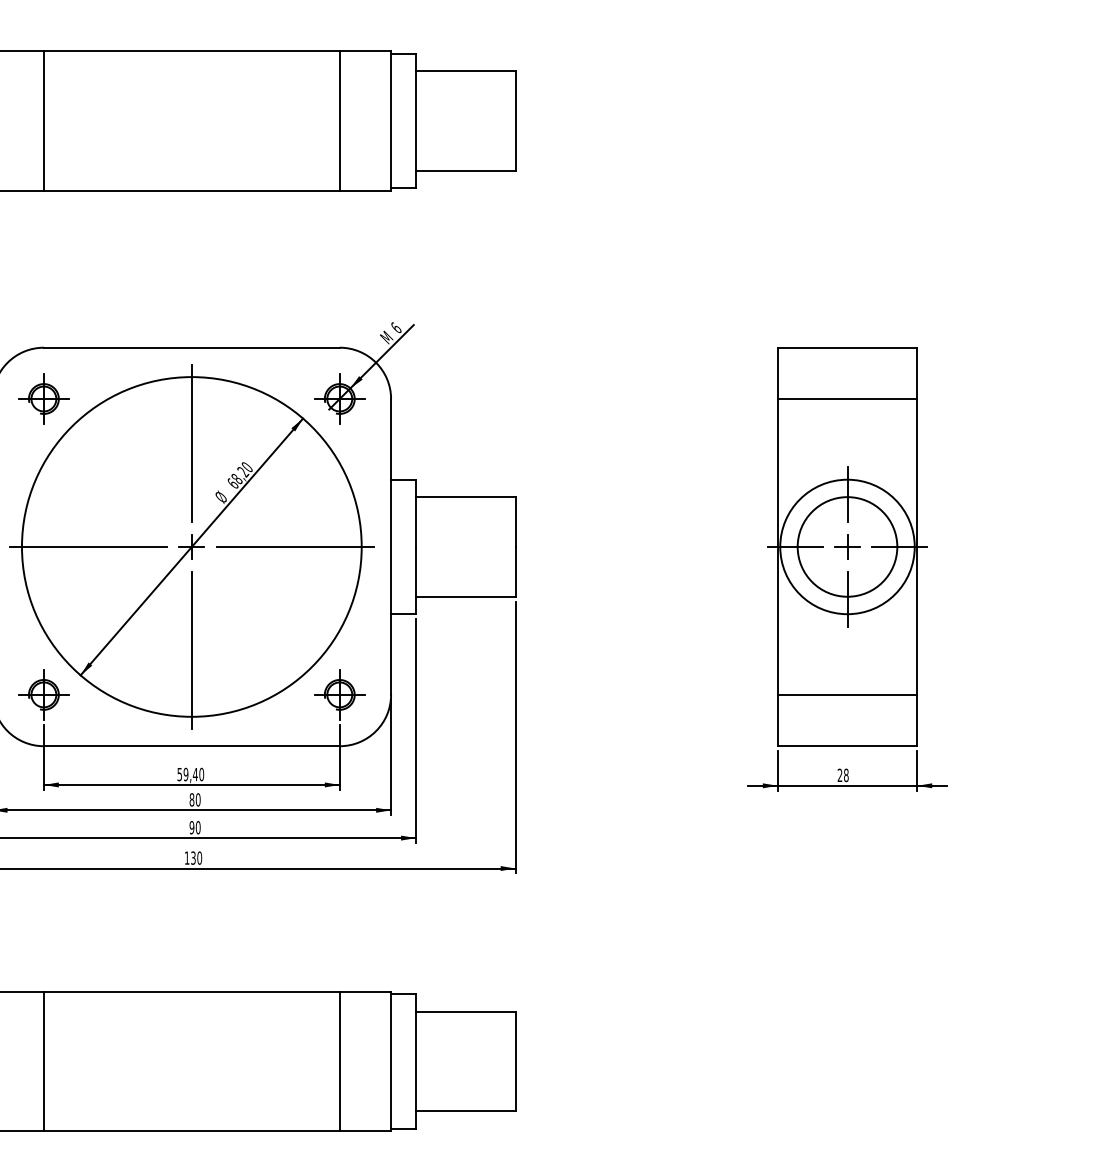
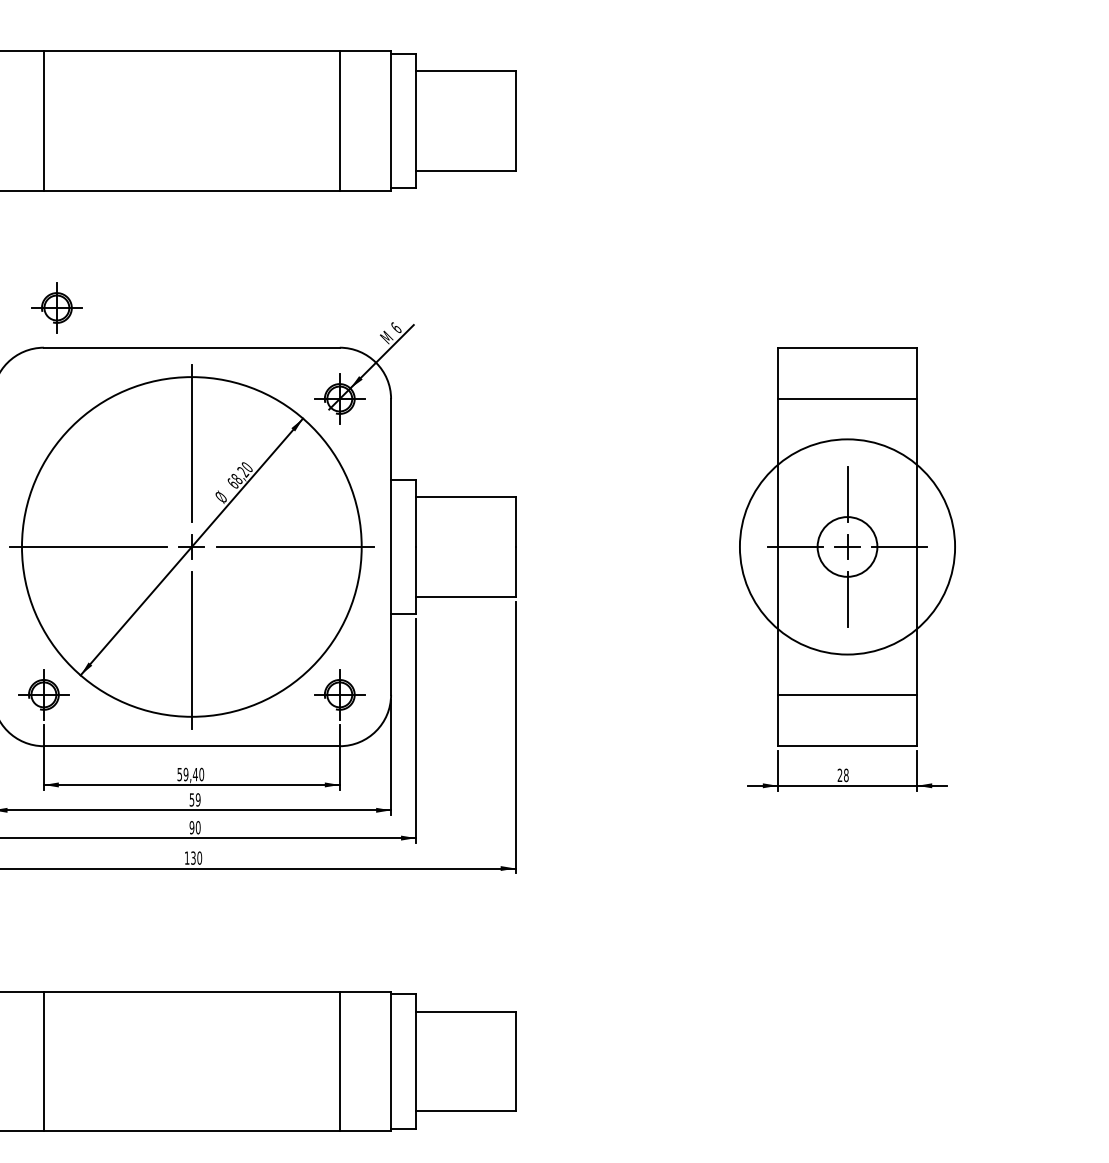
part at (43, 398) position: (43, 398) -> (56, 307)
circle at (847, 546) diameter: 100 px -> 60 px
circle at (847, 546) diameter: 134 px -> 215 px
text at (194, 799): 80 -> 59
